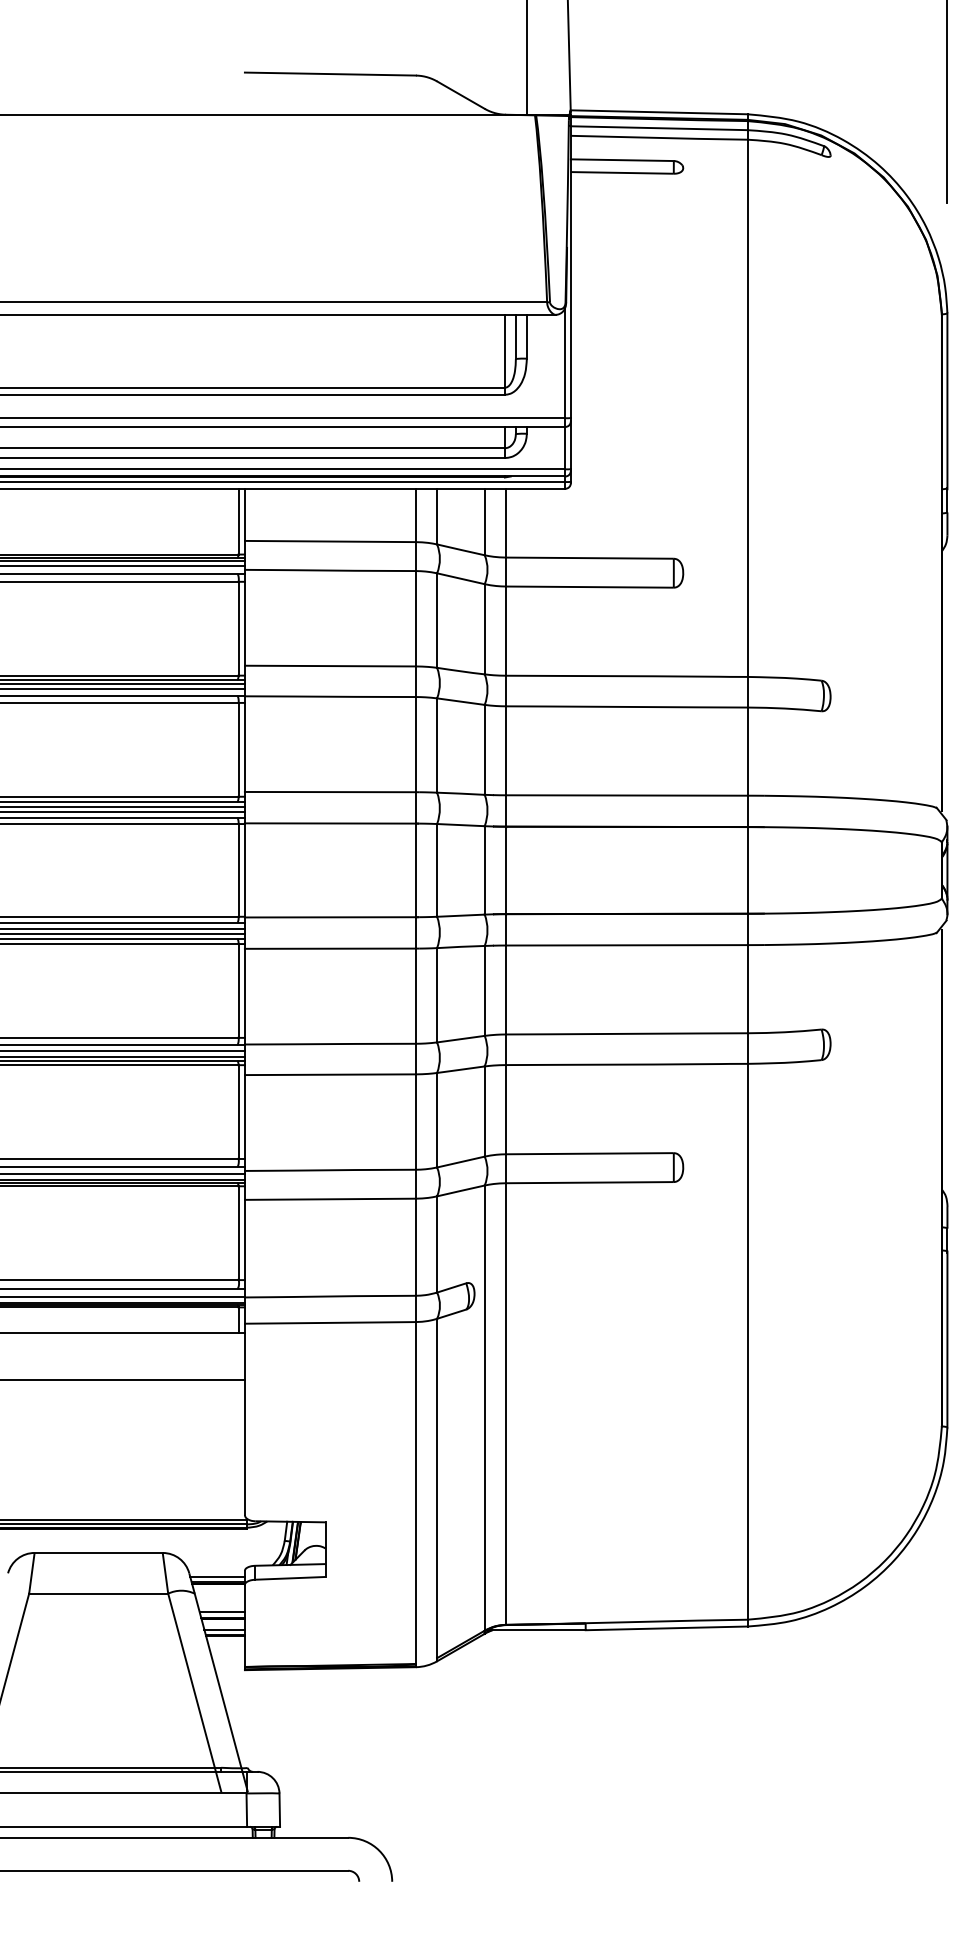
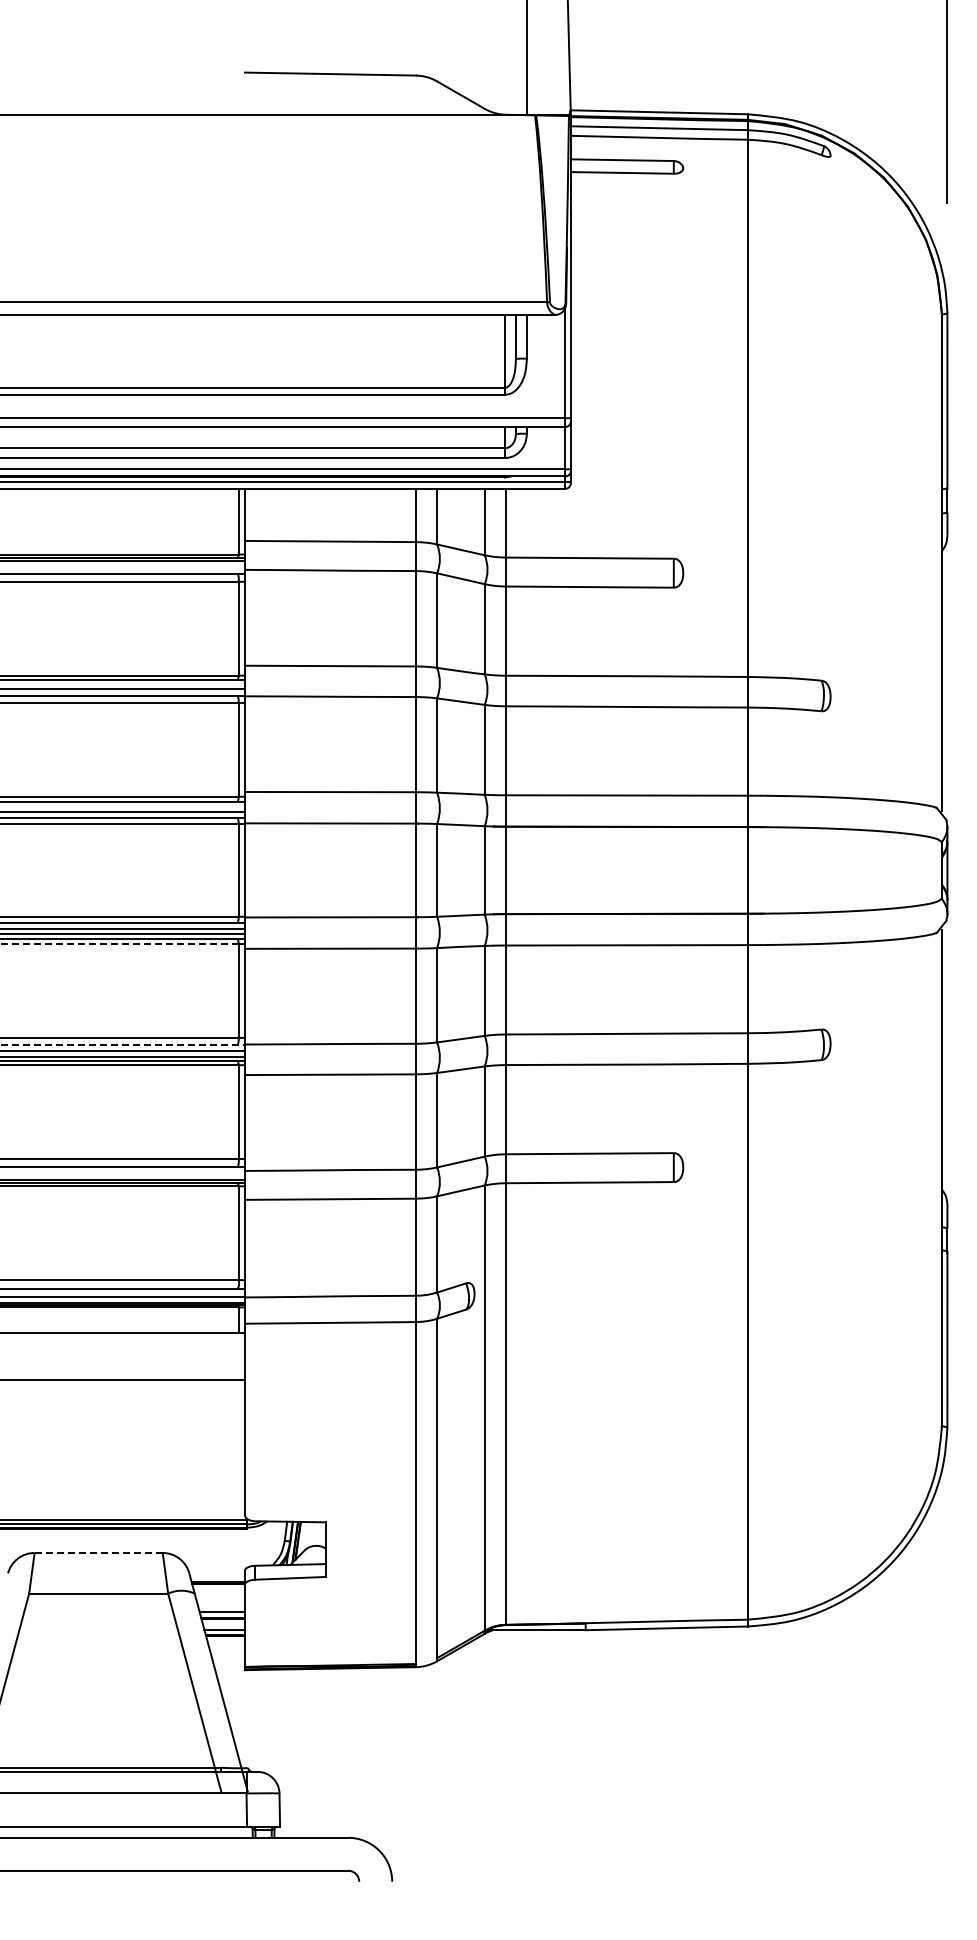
line at (123, 566): present -> none
line at (123, 683): present -> none
line at (123, 806): present -> none
line at (119, 943): solid -> dashed
line at (122, 1044): solid -> dashed
line at (123, 1174): present -> none
line at (98, 1552): solid -> dashed
line at (217, 1576): present -> none
